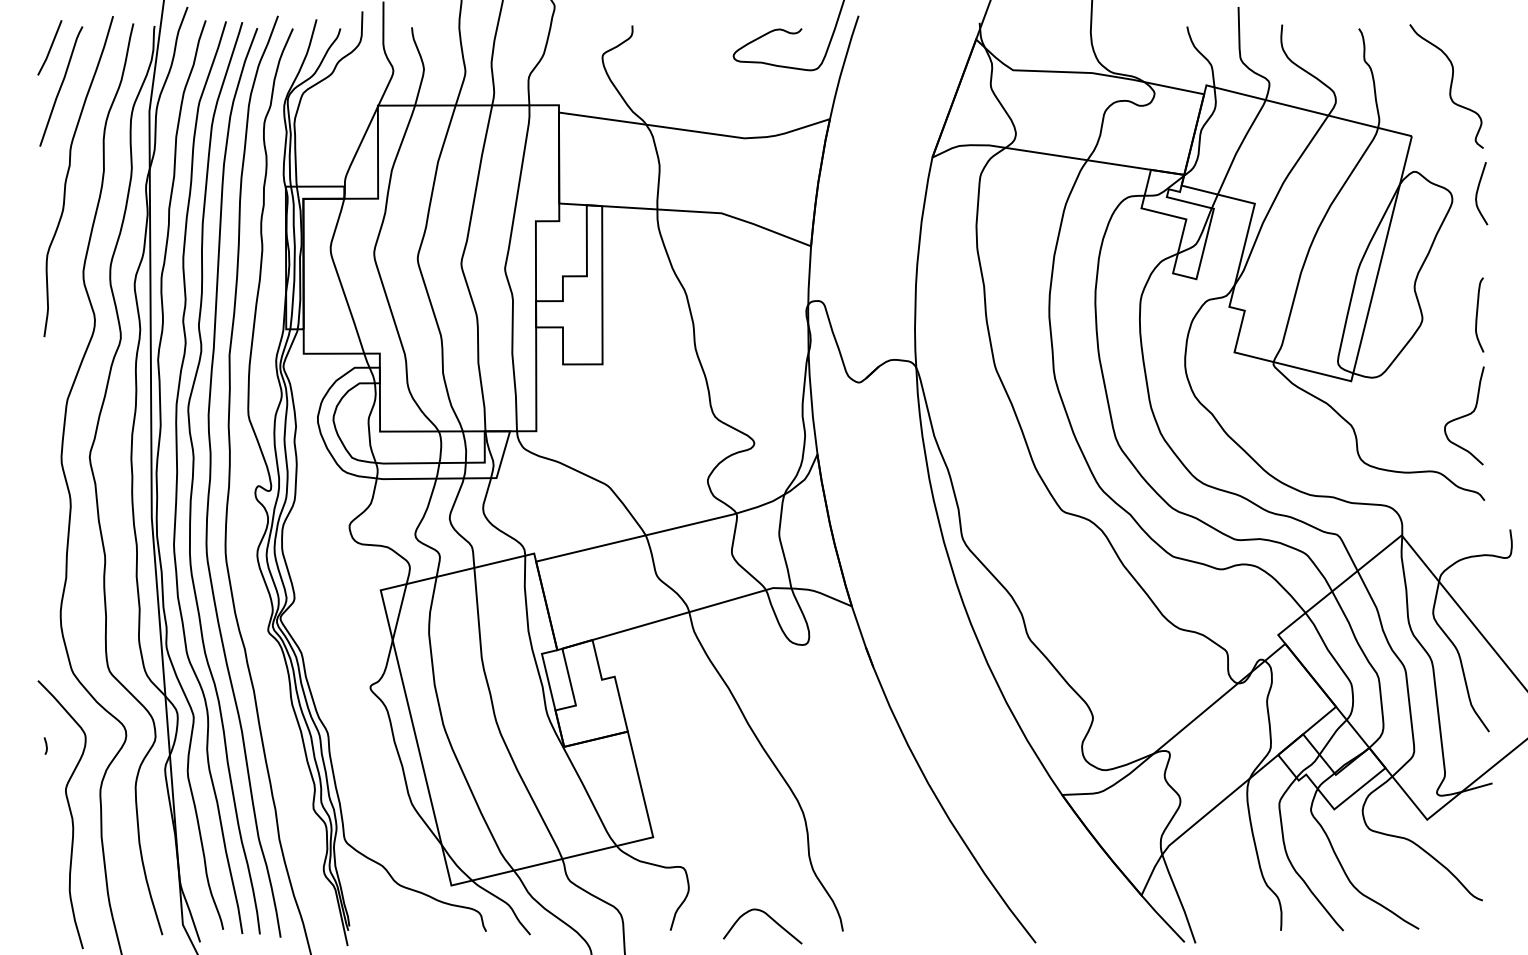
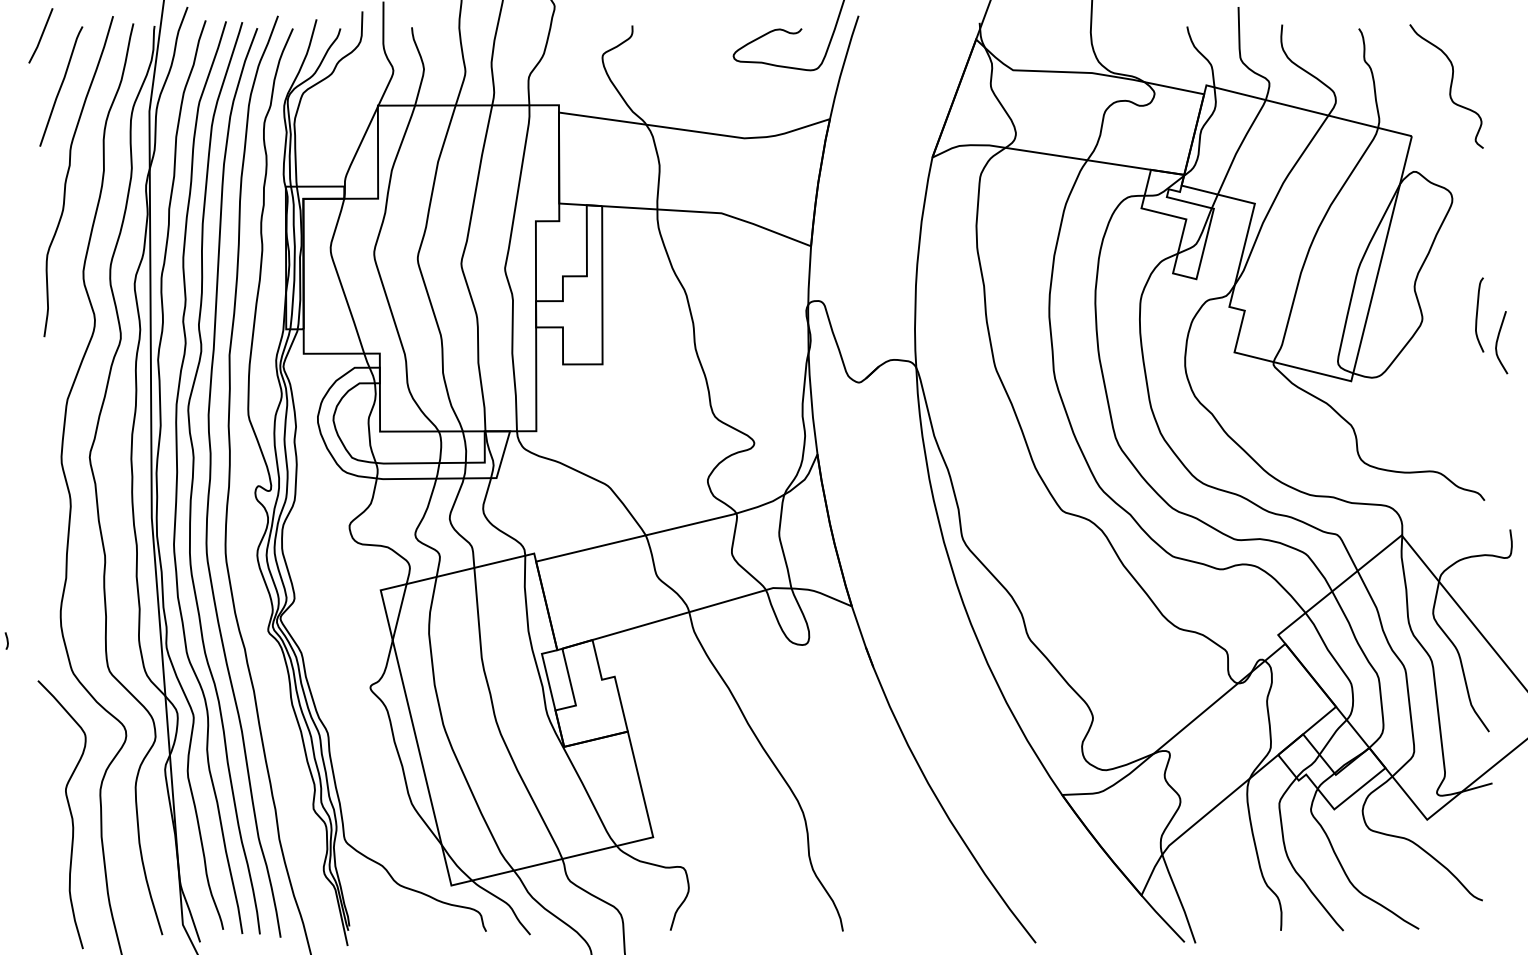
line at (50, 47) position: (50, 47) -> (41, 35)
curve at (1478, 191) position: (1478, 191) -> (1498, 340)
curve at (1464, 415): present -> none
line at (45, 745) position: (45, 745) -> (6, 640)
curve at (767, 916): present -> none
